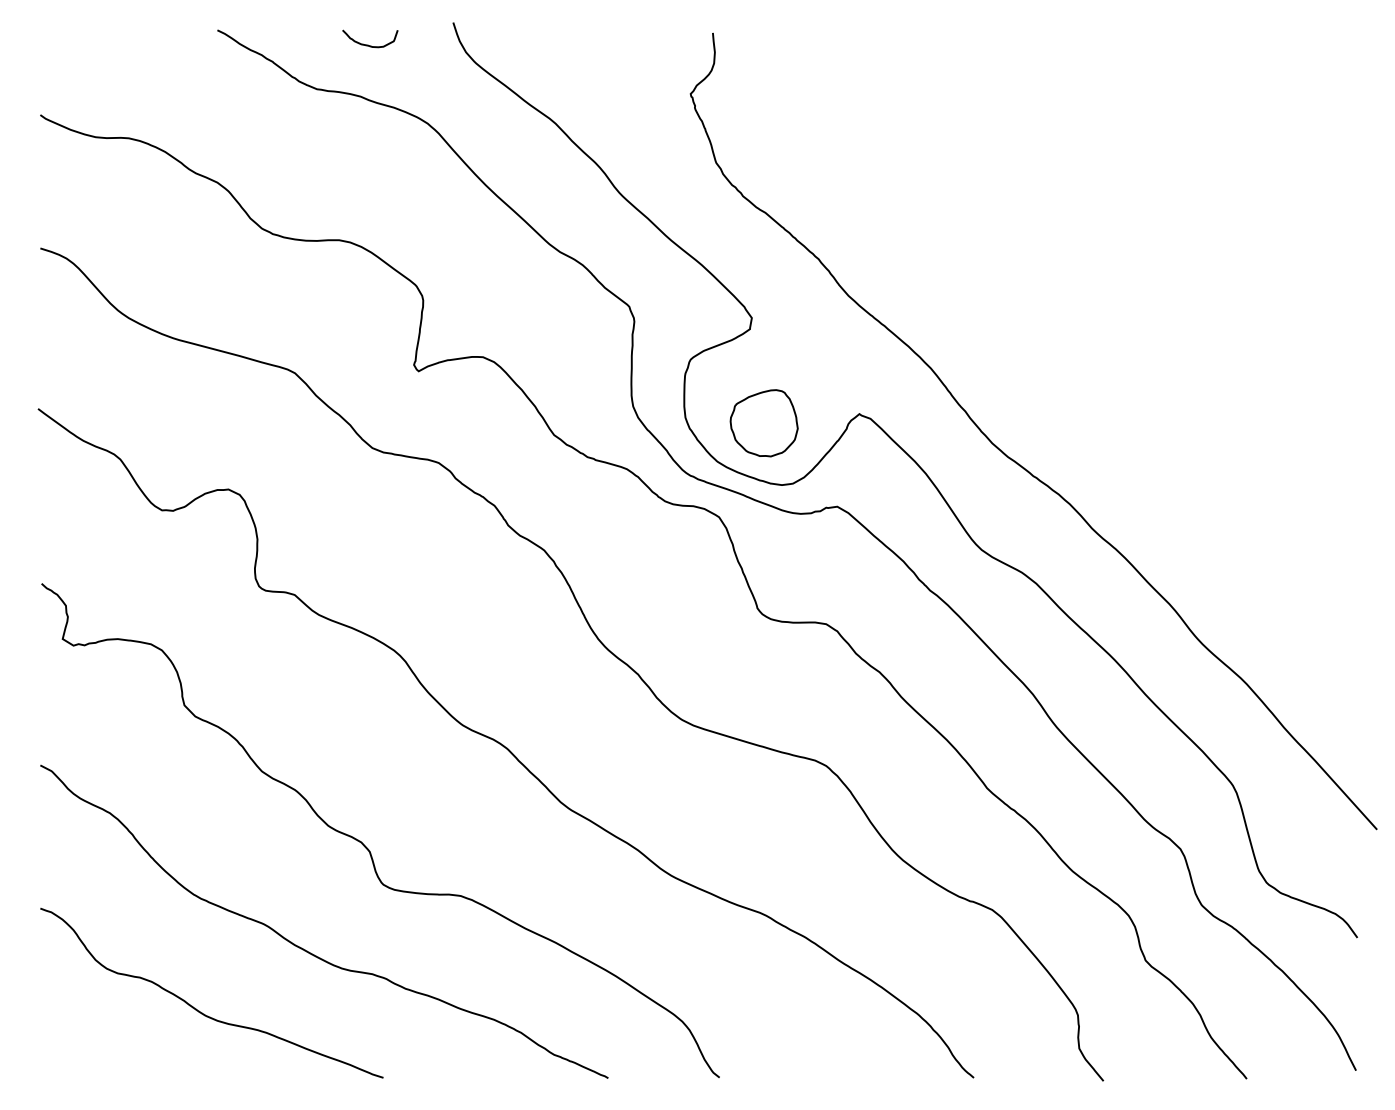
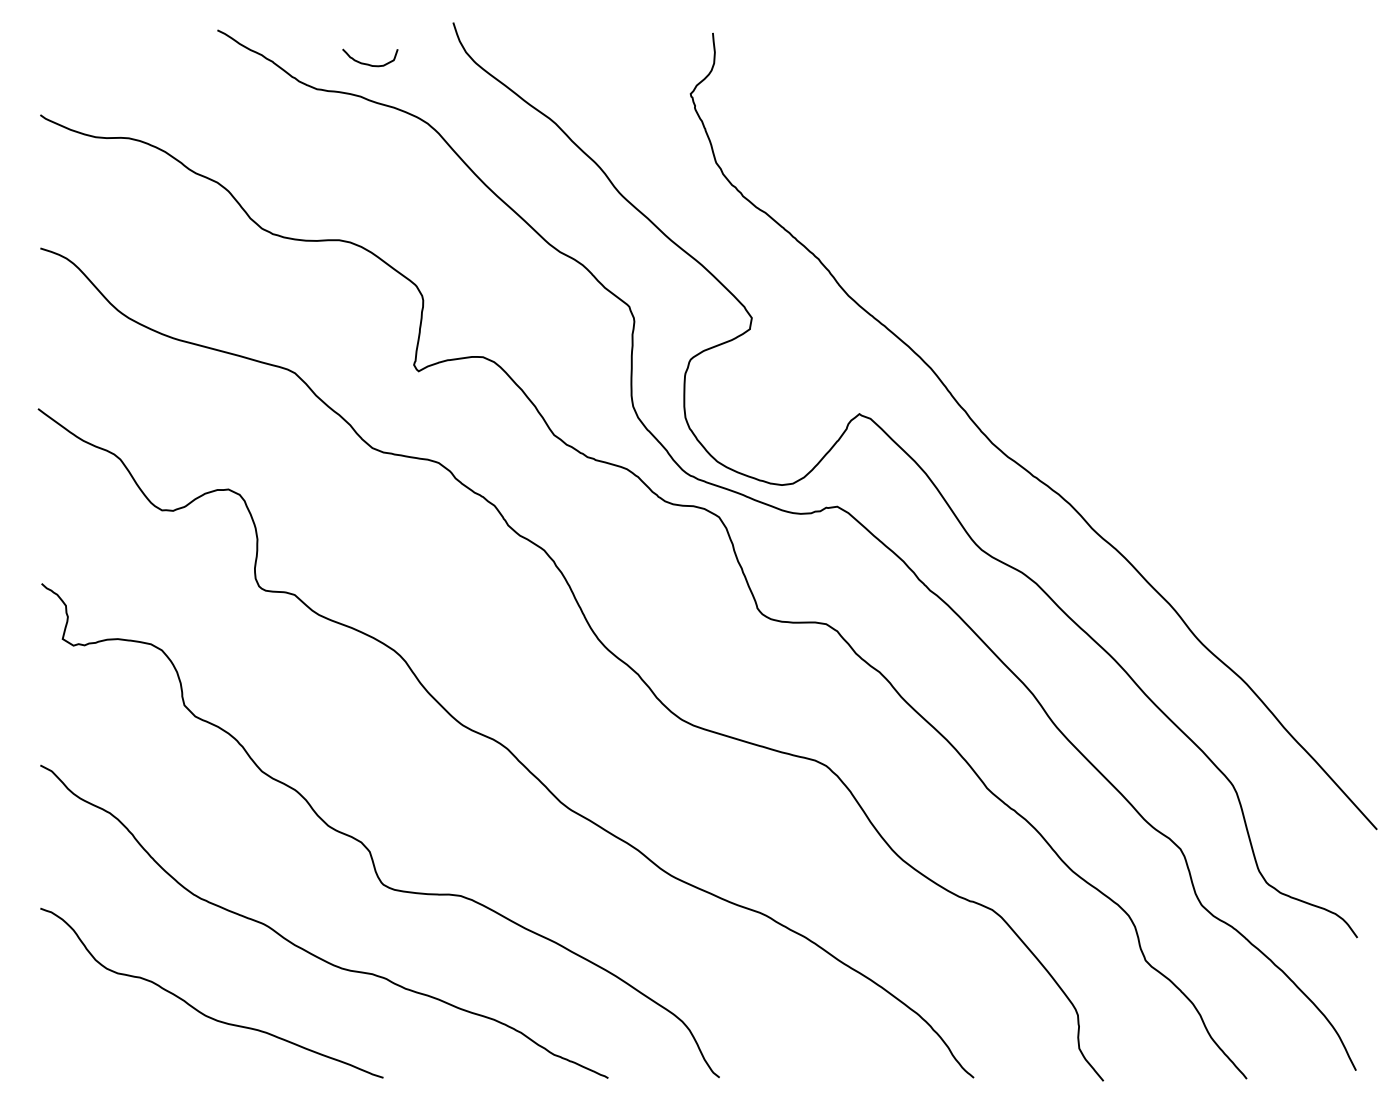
curve at (368, 44) position: (368, 44) -> (368, 63)
part at (763, 423): present -> none
